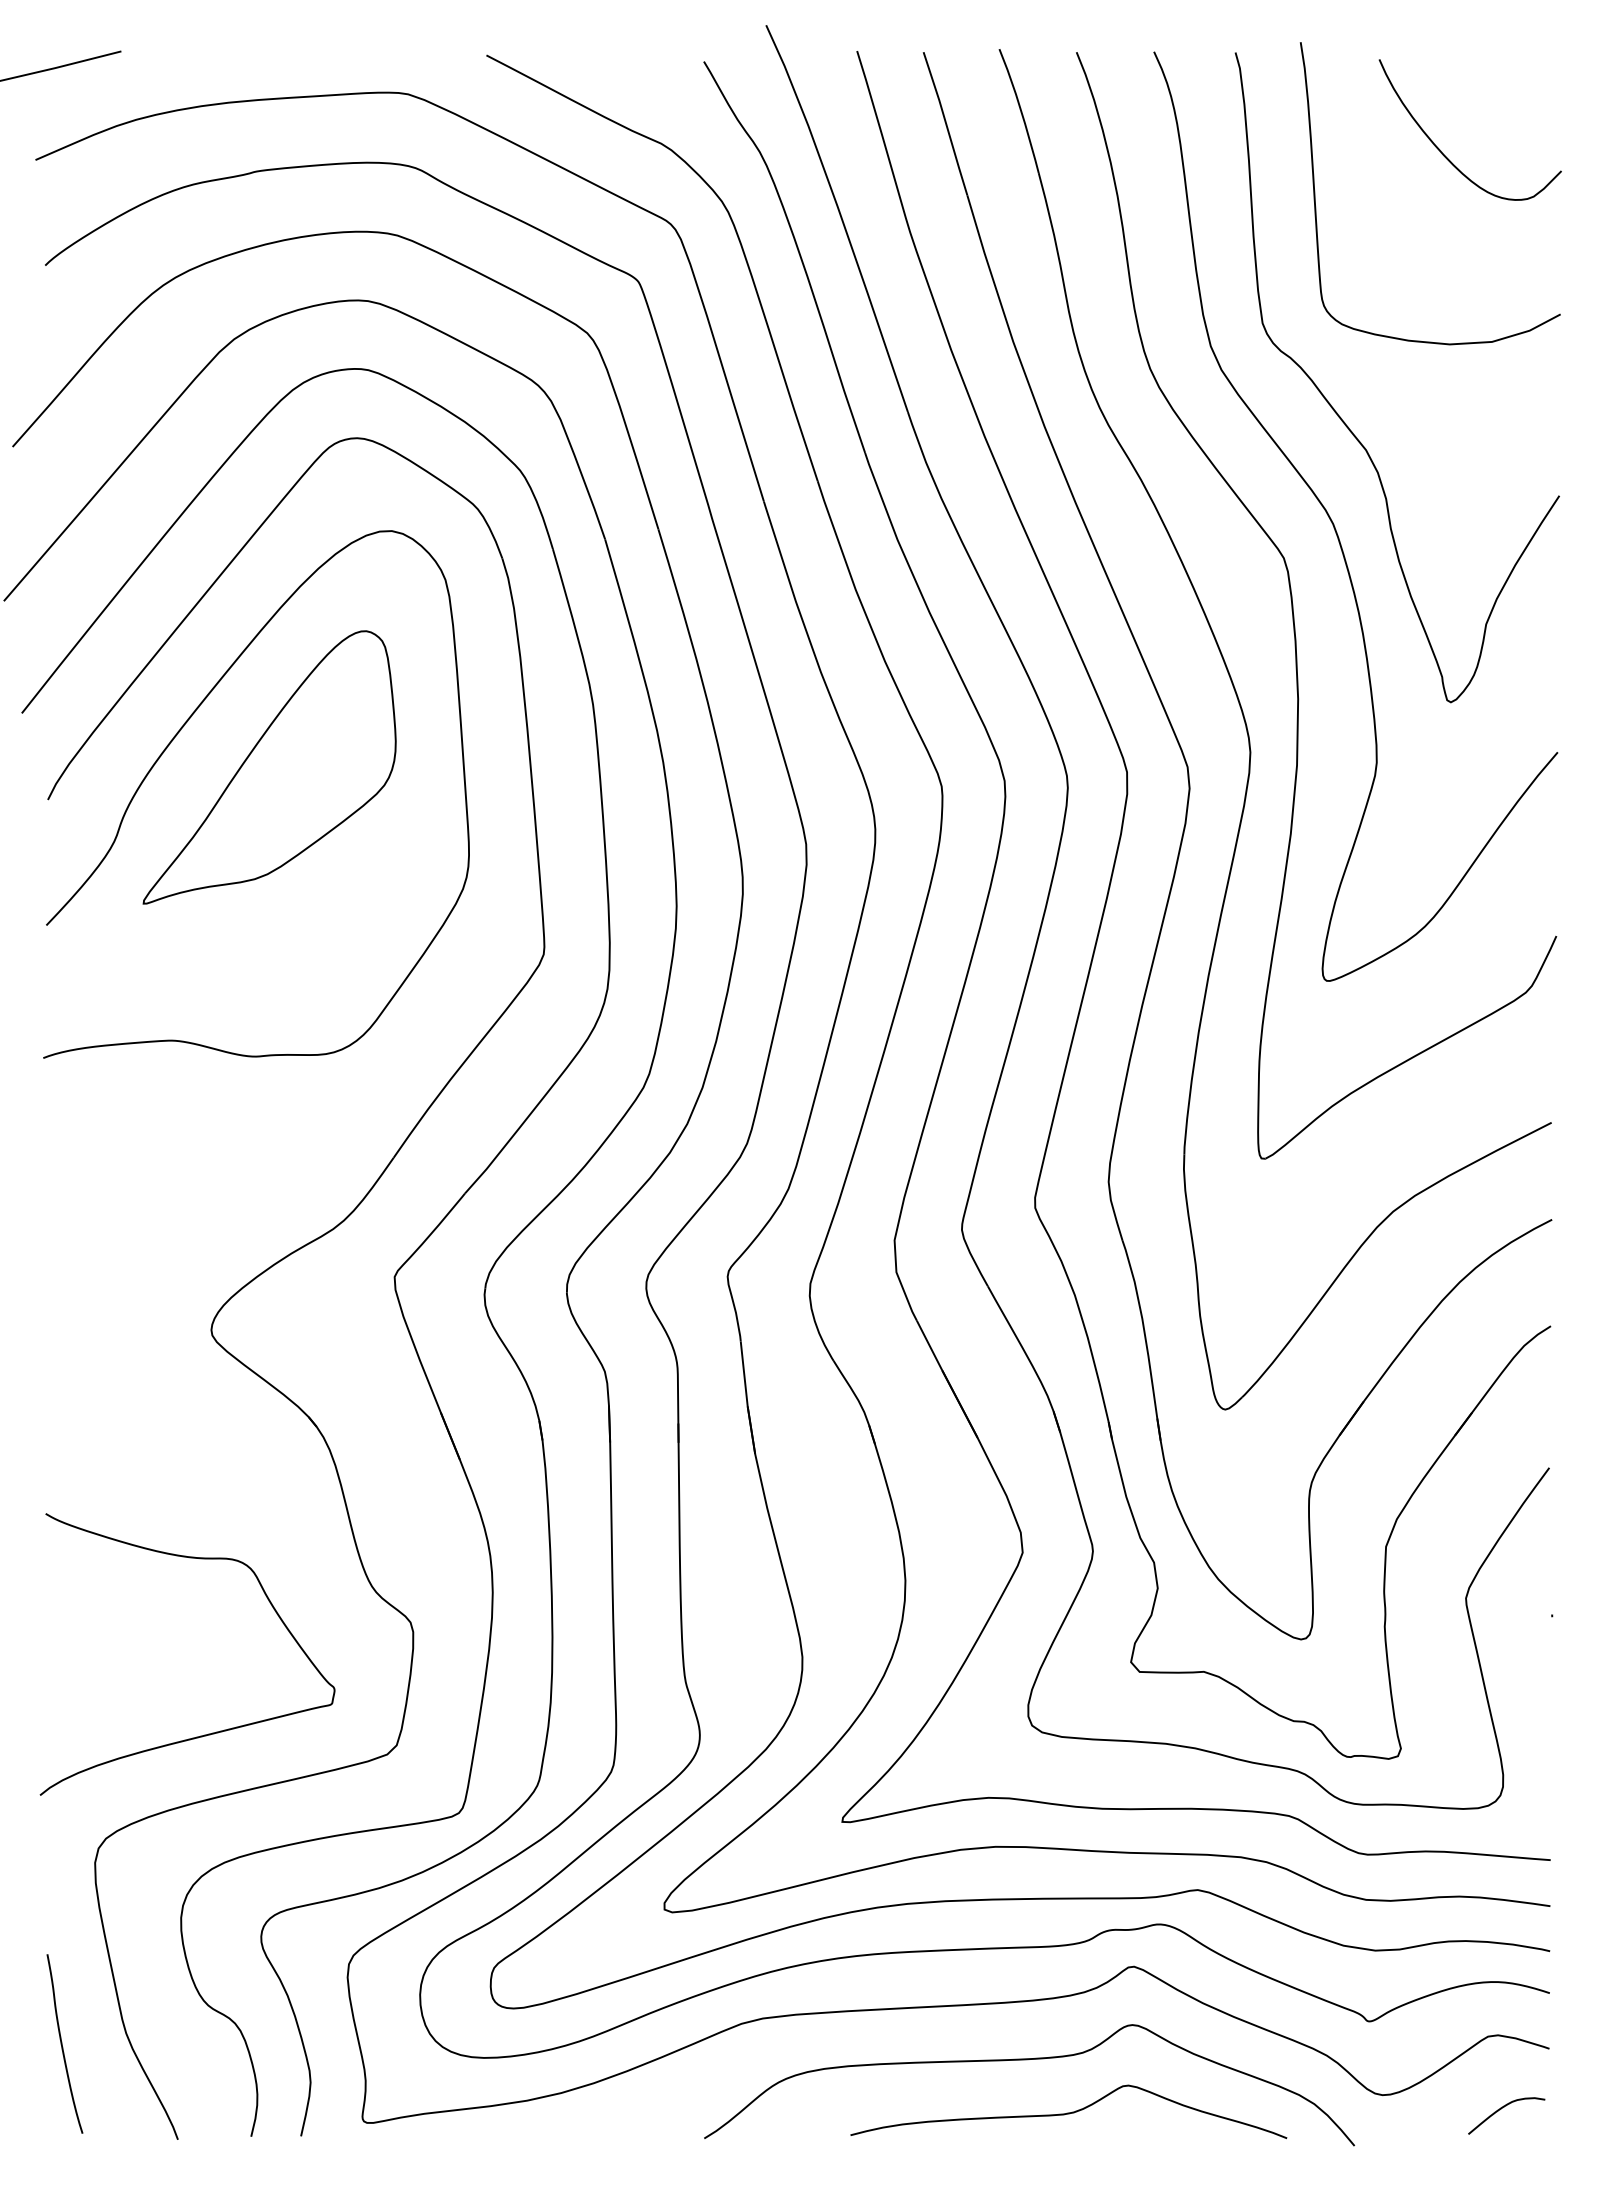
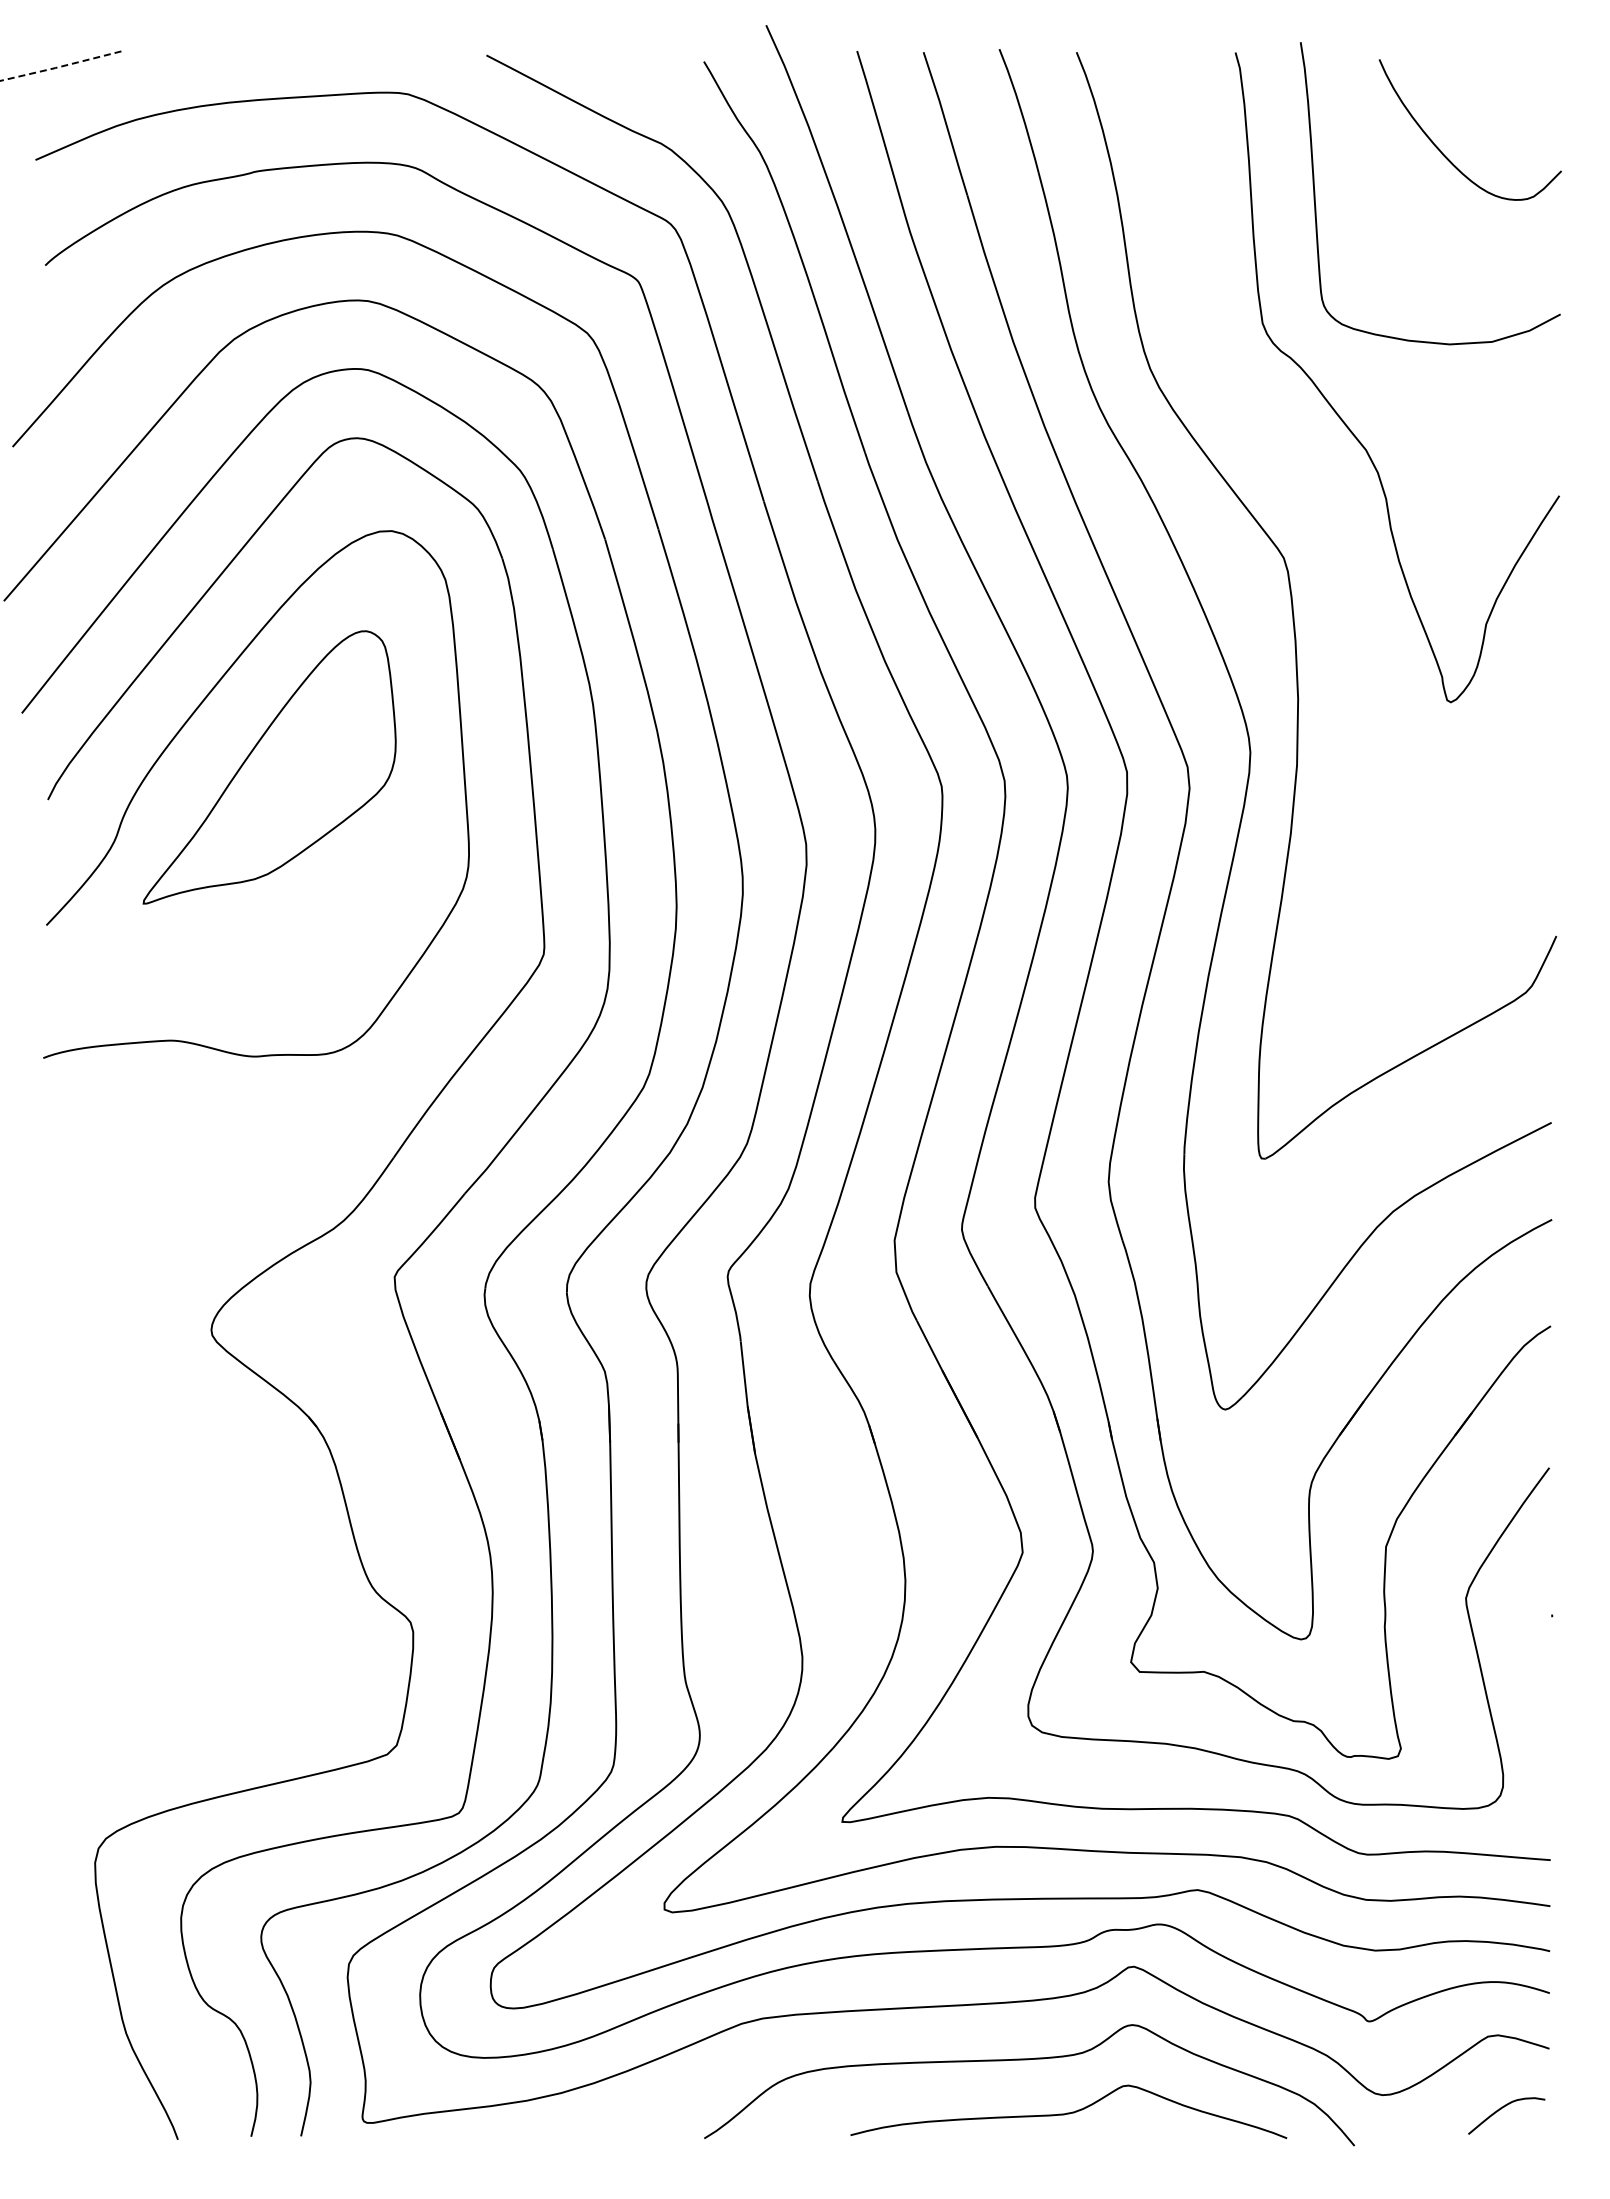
line at (61, 66): solid -> dashed
curve at (1335, 526): present -> none
curve at (208, 1733): present -> none
curve at (62, 2043): present -> none
